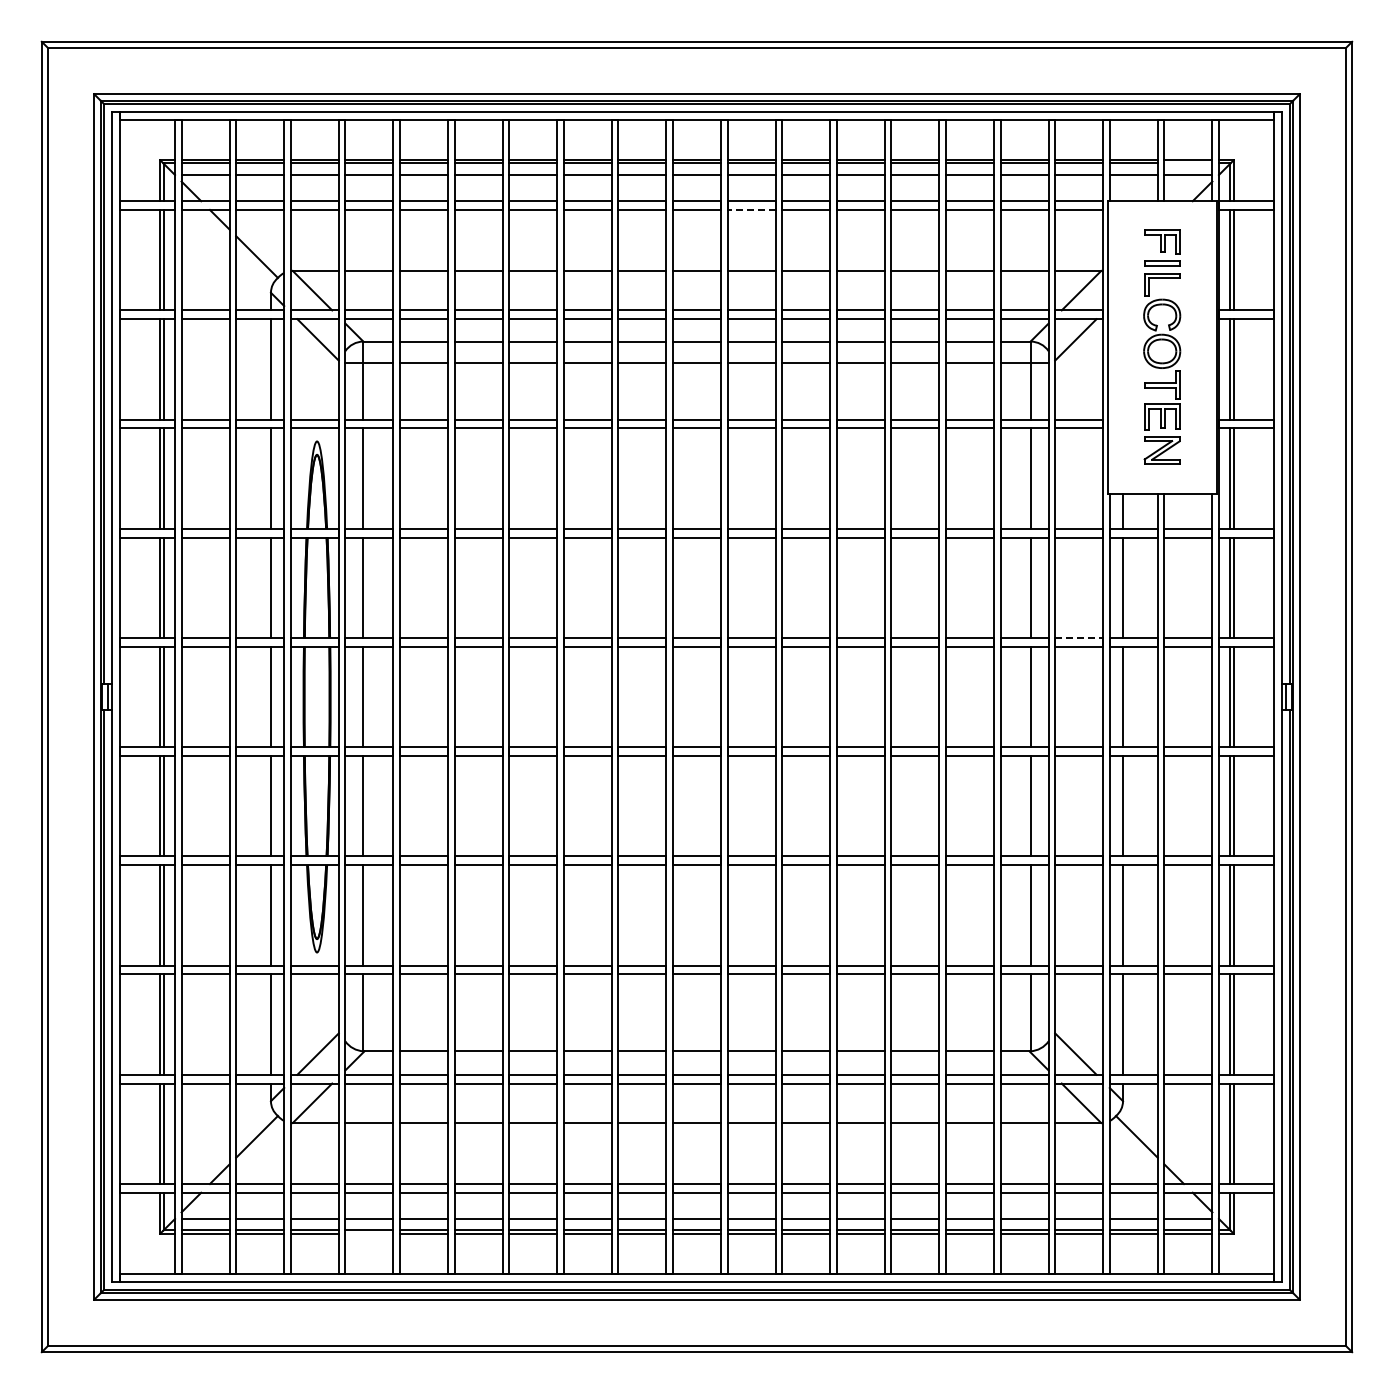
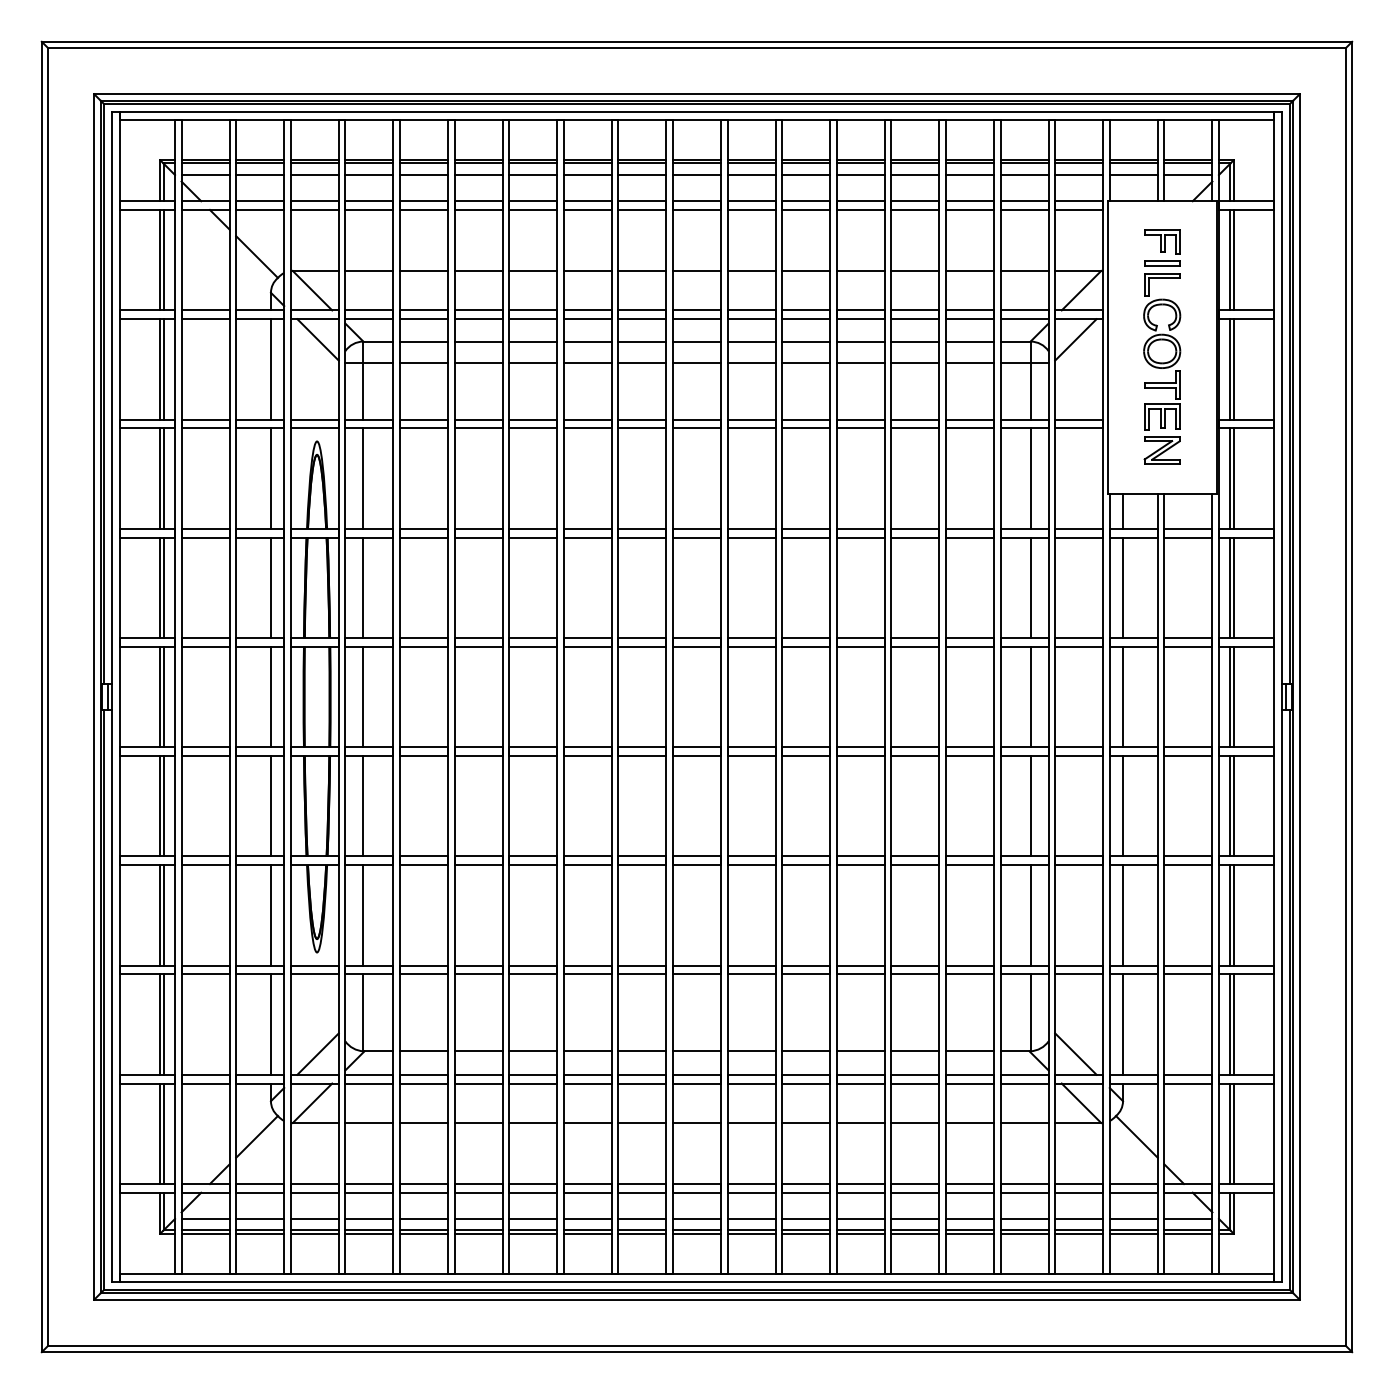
line at (1188, 163): none -> present
line at (751, 209): dashed -> solid
line at (1079, 638): dashed -> solid
line at (369, 1233): none -> present
